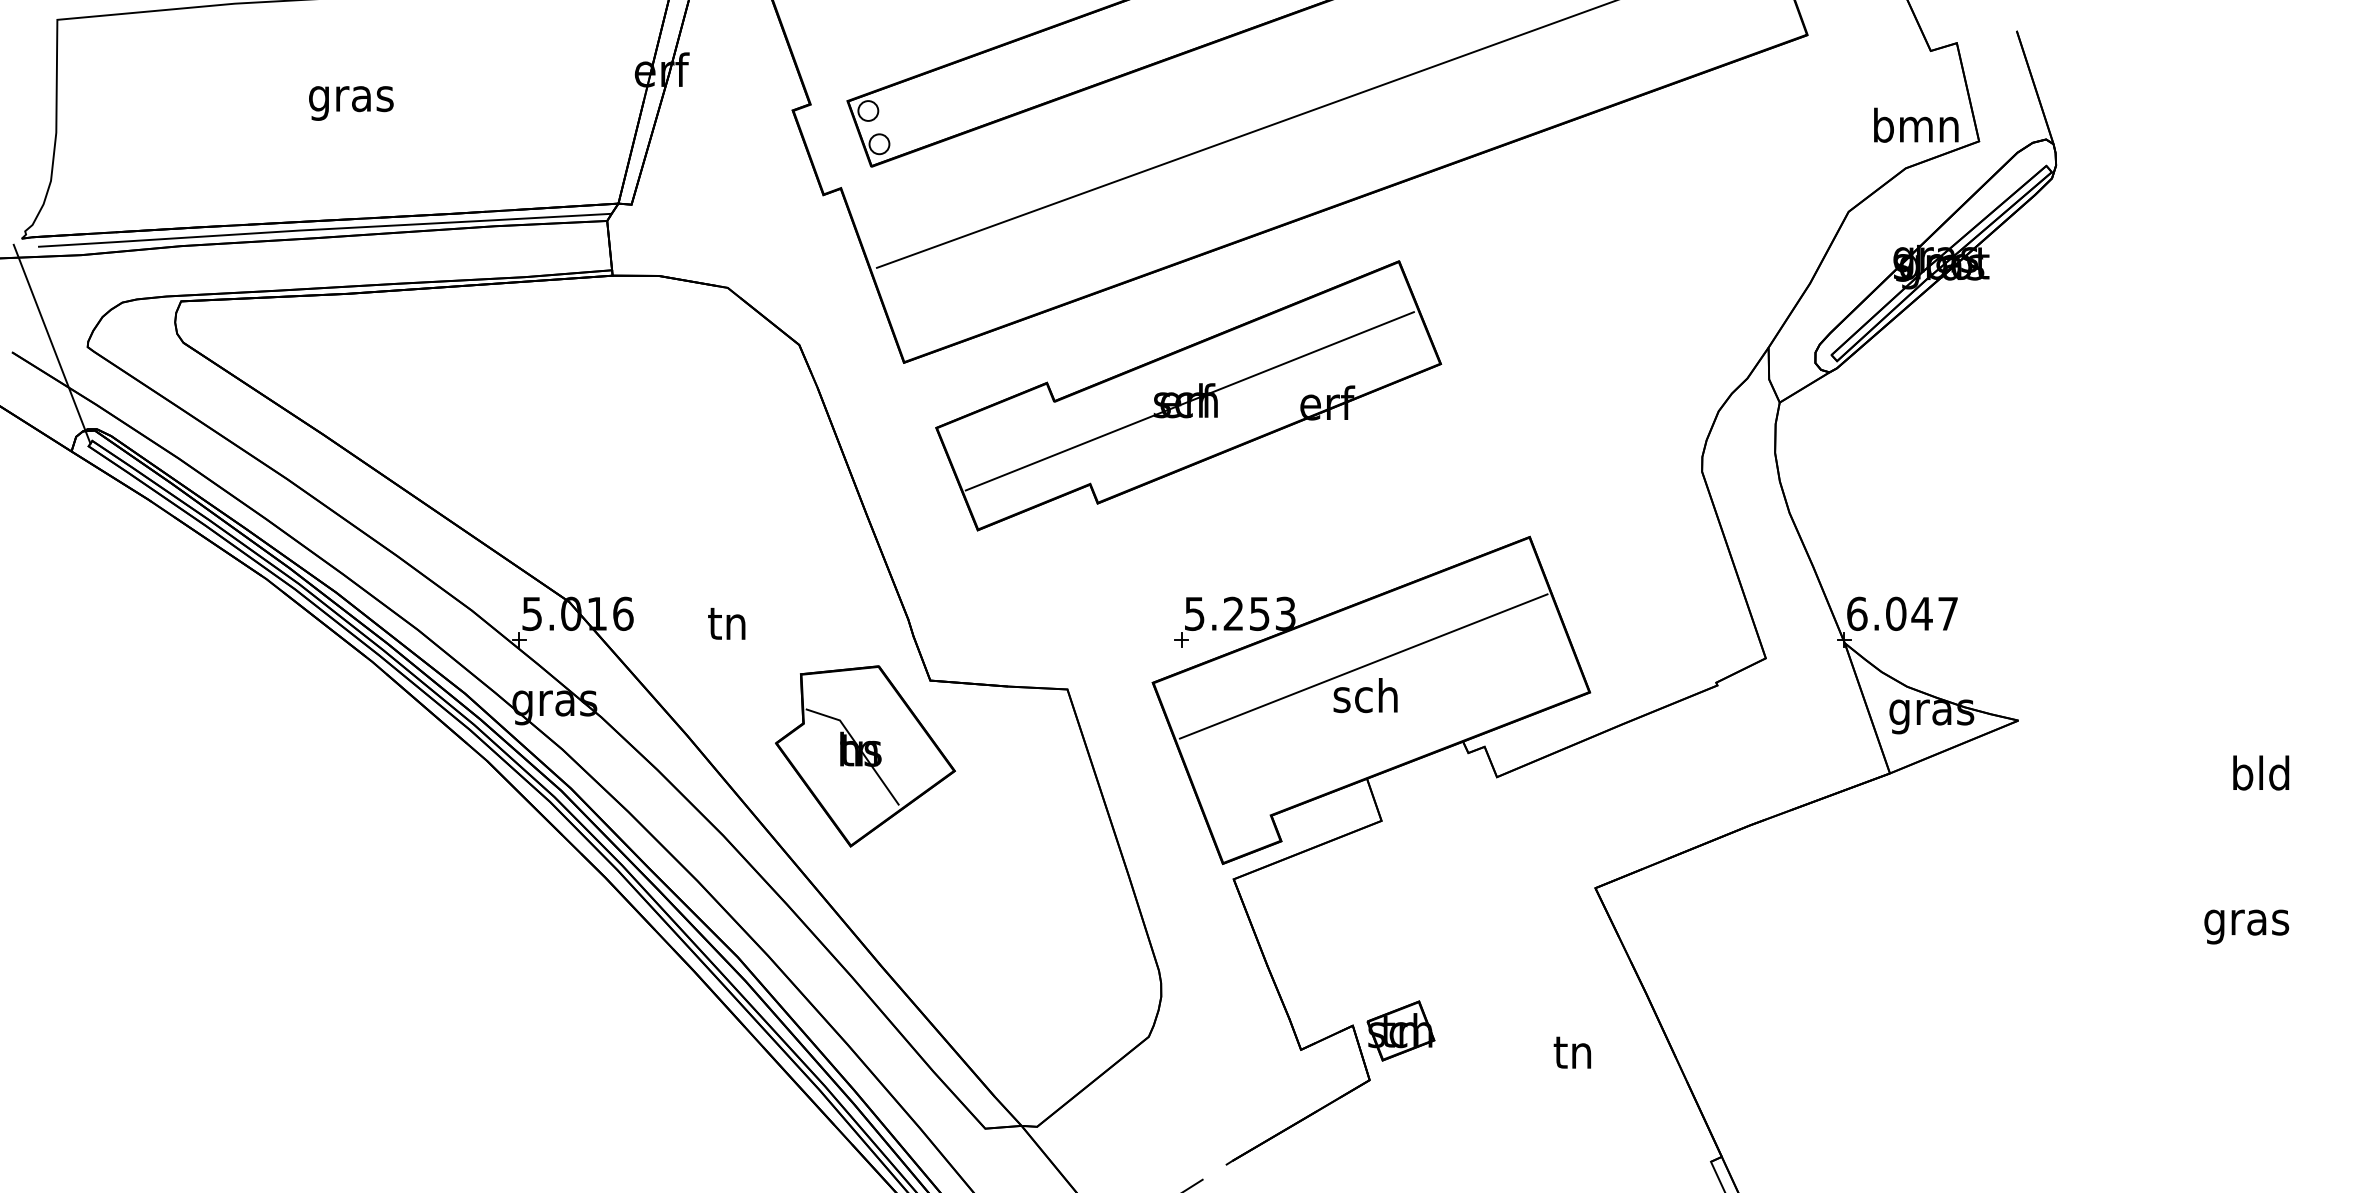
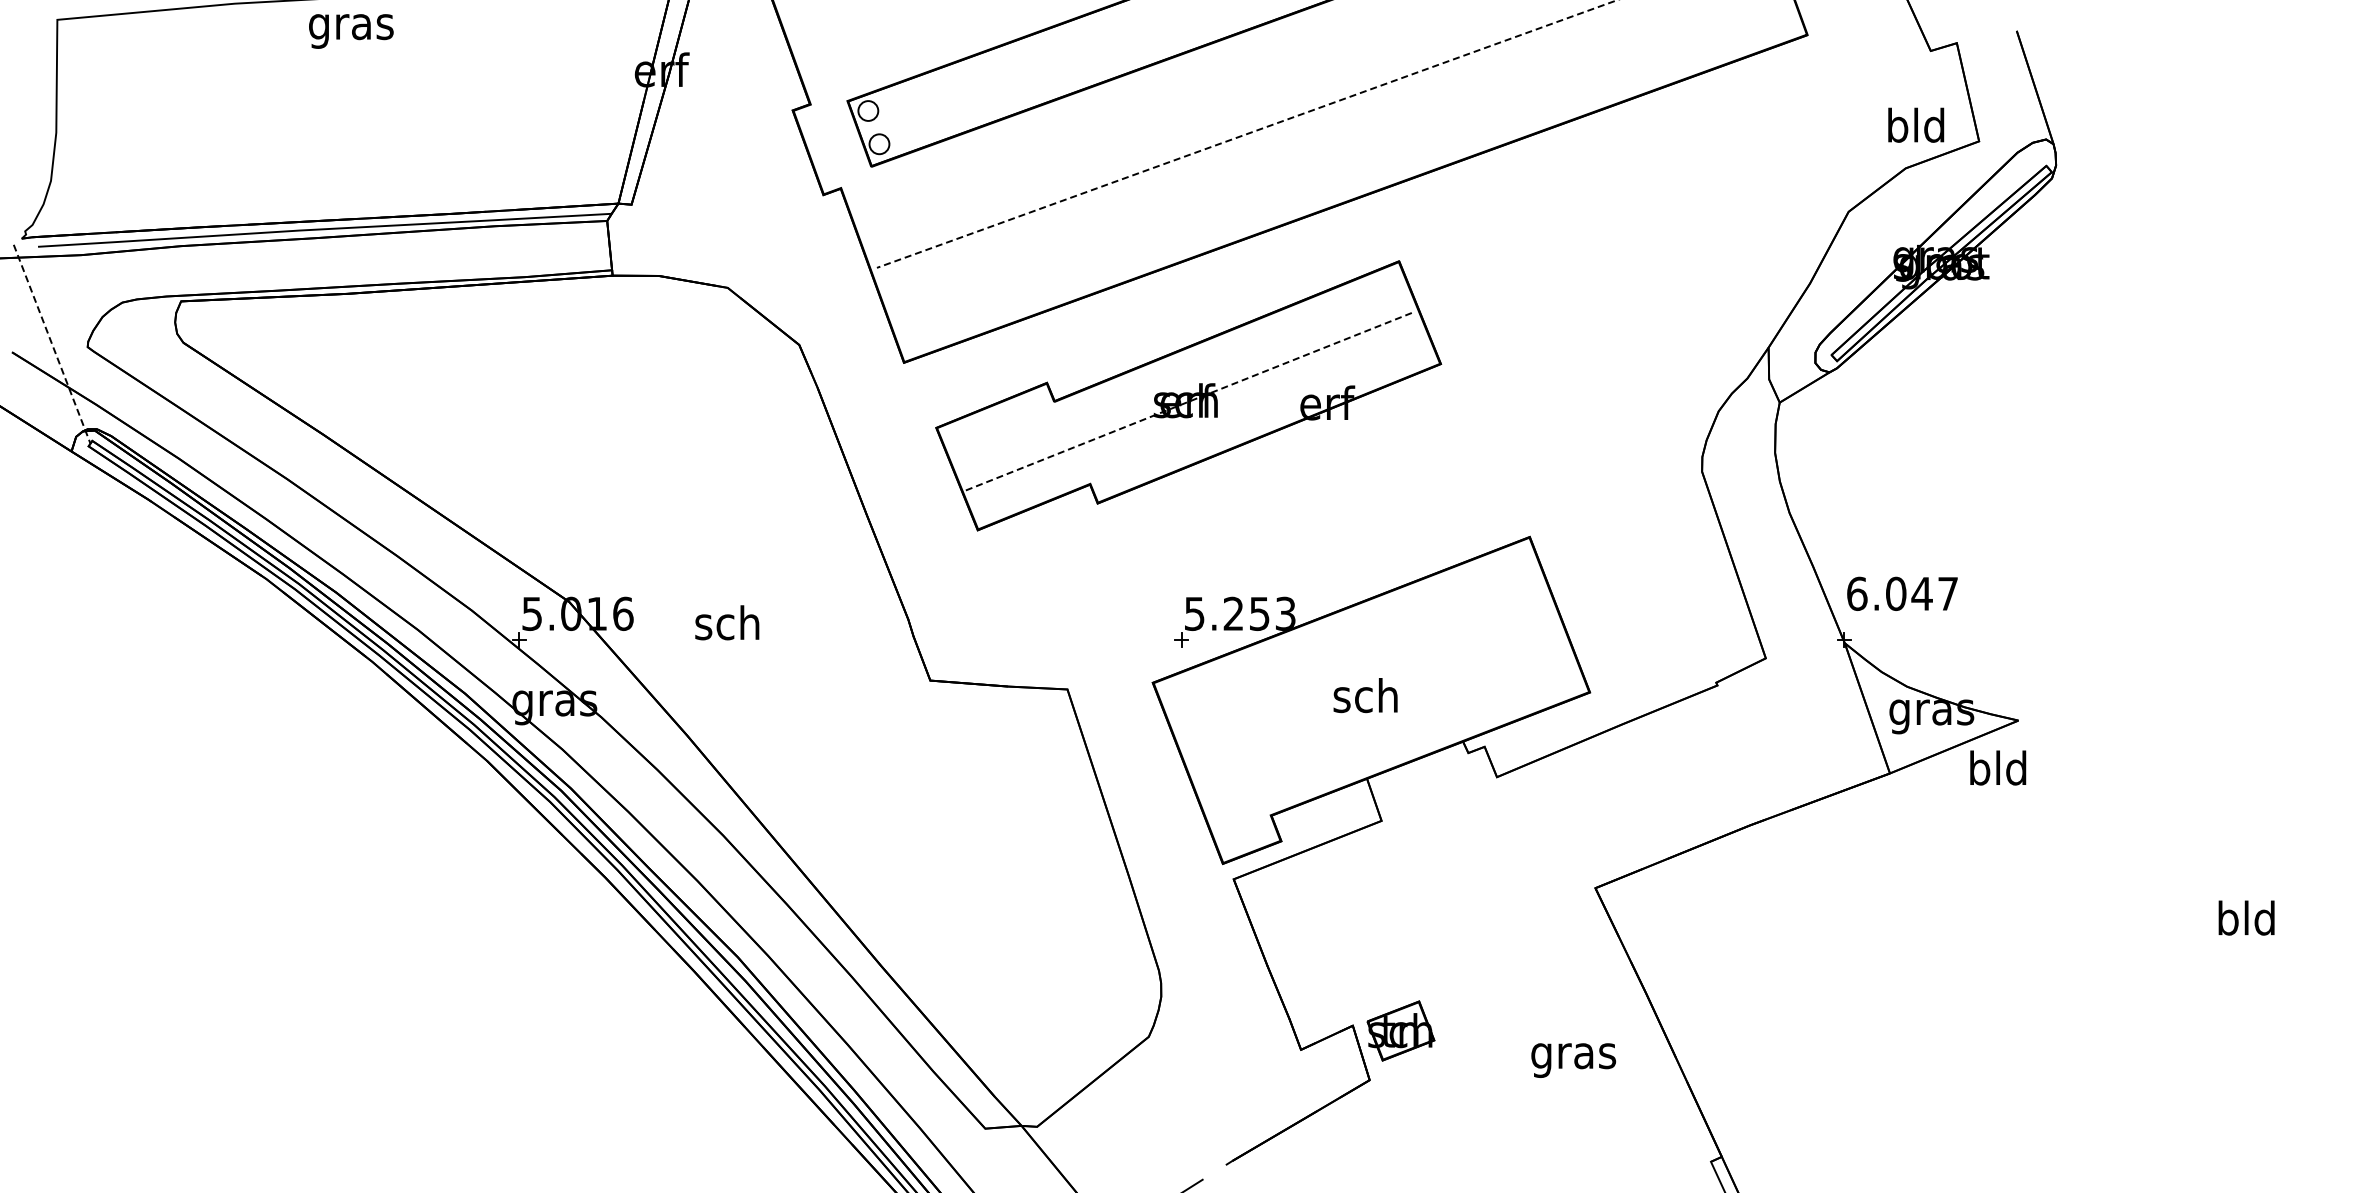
text at (351, 103) position: (351, 103) -> (351, 31)
text at (1916, 124): bmn -> bld
line at (1247, 133): solid -> dashed
line at (52, 344): solid -> dashed
line at (1190, 401): solid -> dashed
text at (1902, 613) position: (1902, 613) -> (1902, 593)
text at (727, 622): tn -> sch
line at (1363, 666): present -> none
part at (865, 756): present -> none
text at (2261, 772) position: (2261, 772) -> (1998, 767)
text at (2246, 922): gras -> bld
text at (1573, 1056): tn -> gras
